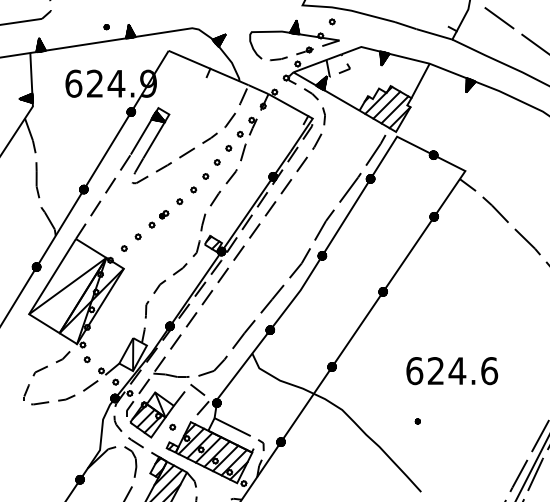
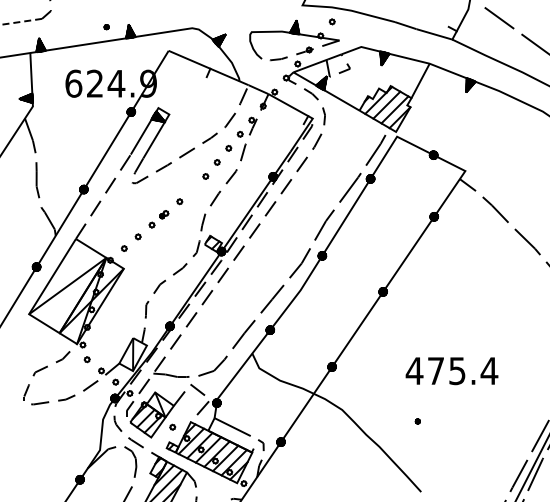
line at (21, 21): solid -> dashed
part at (193, 189): present -> none
text at (451, 371): 624.6 -> 475.4
